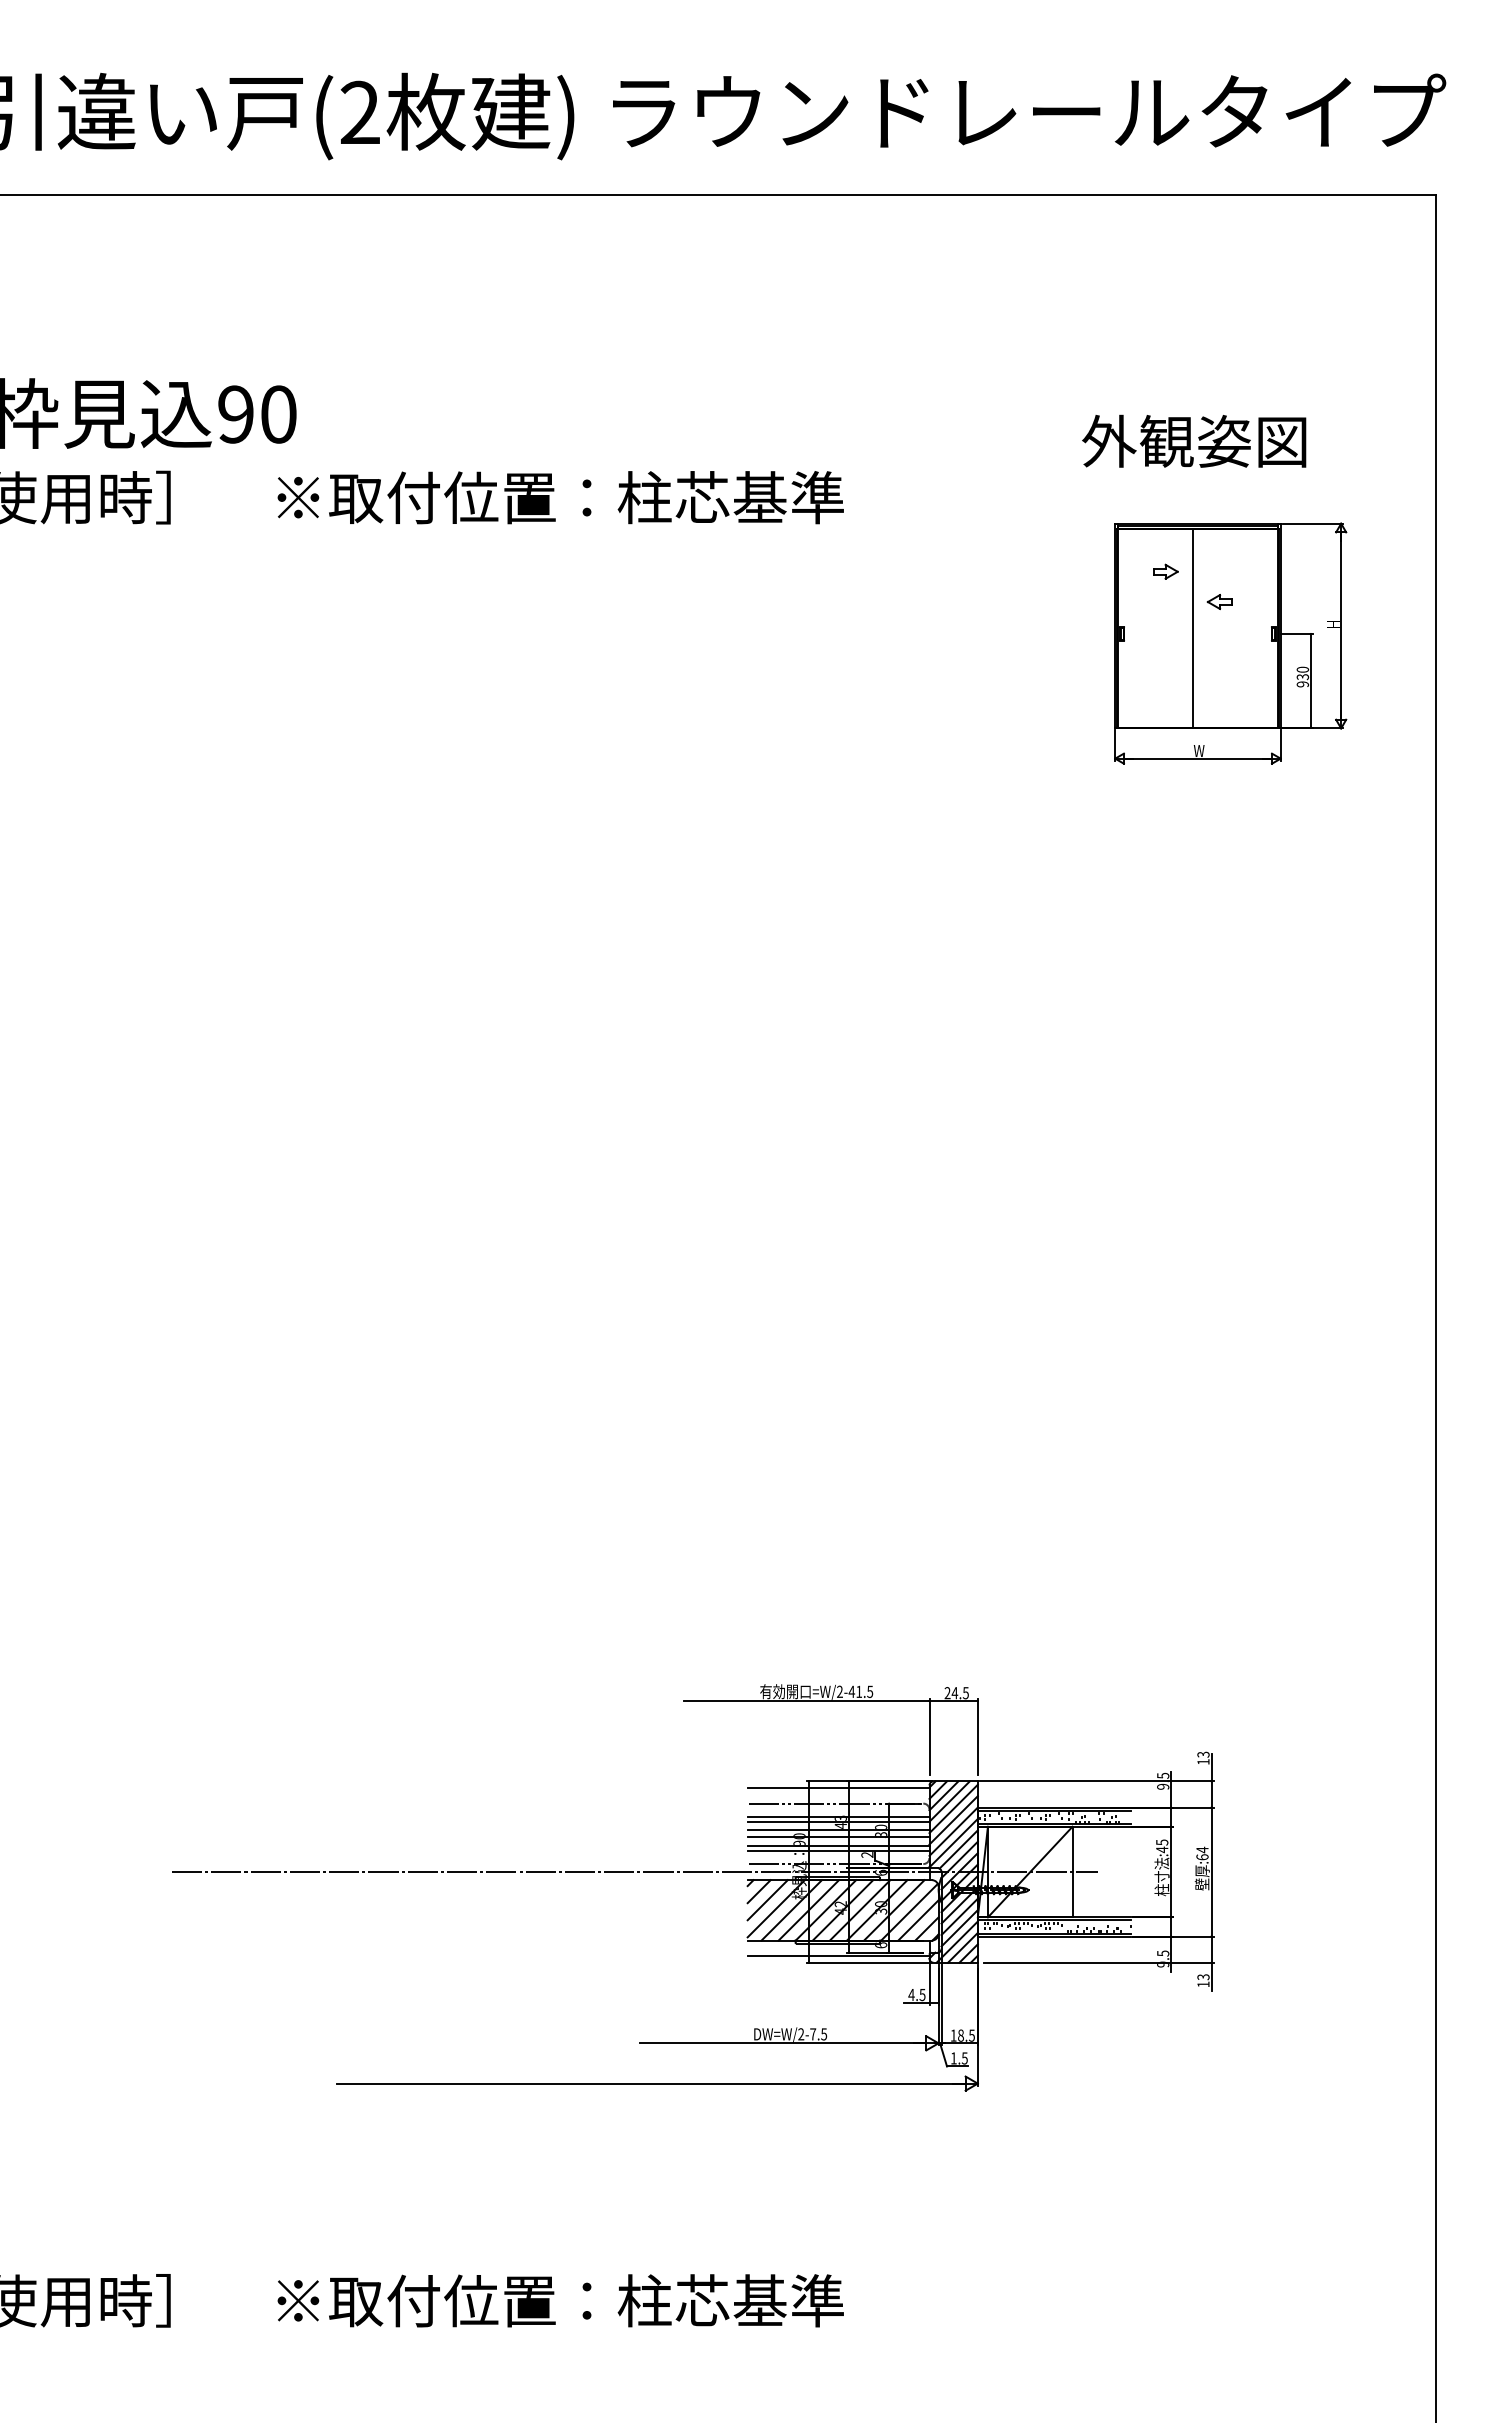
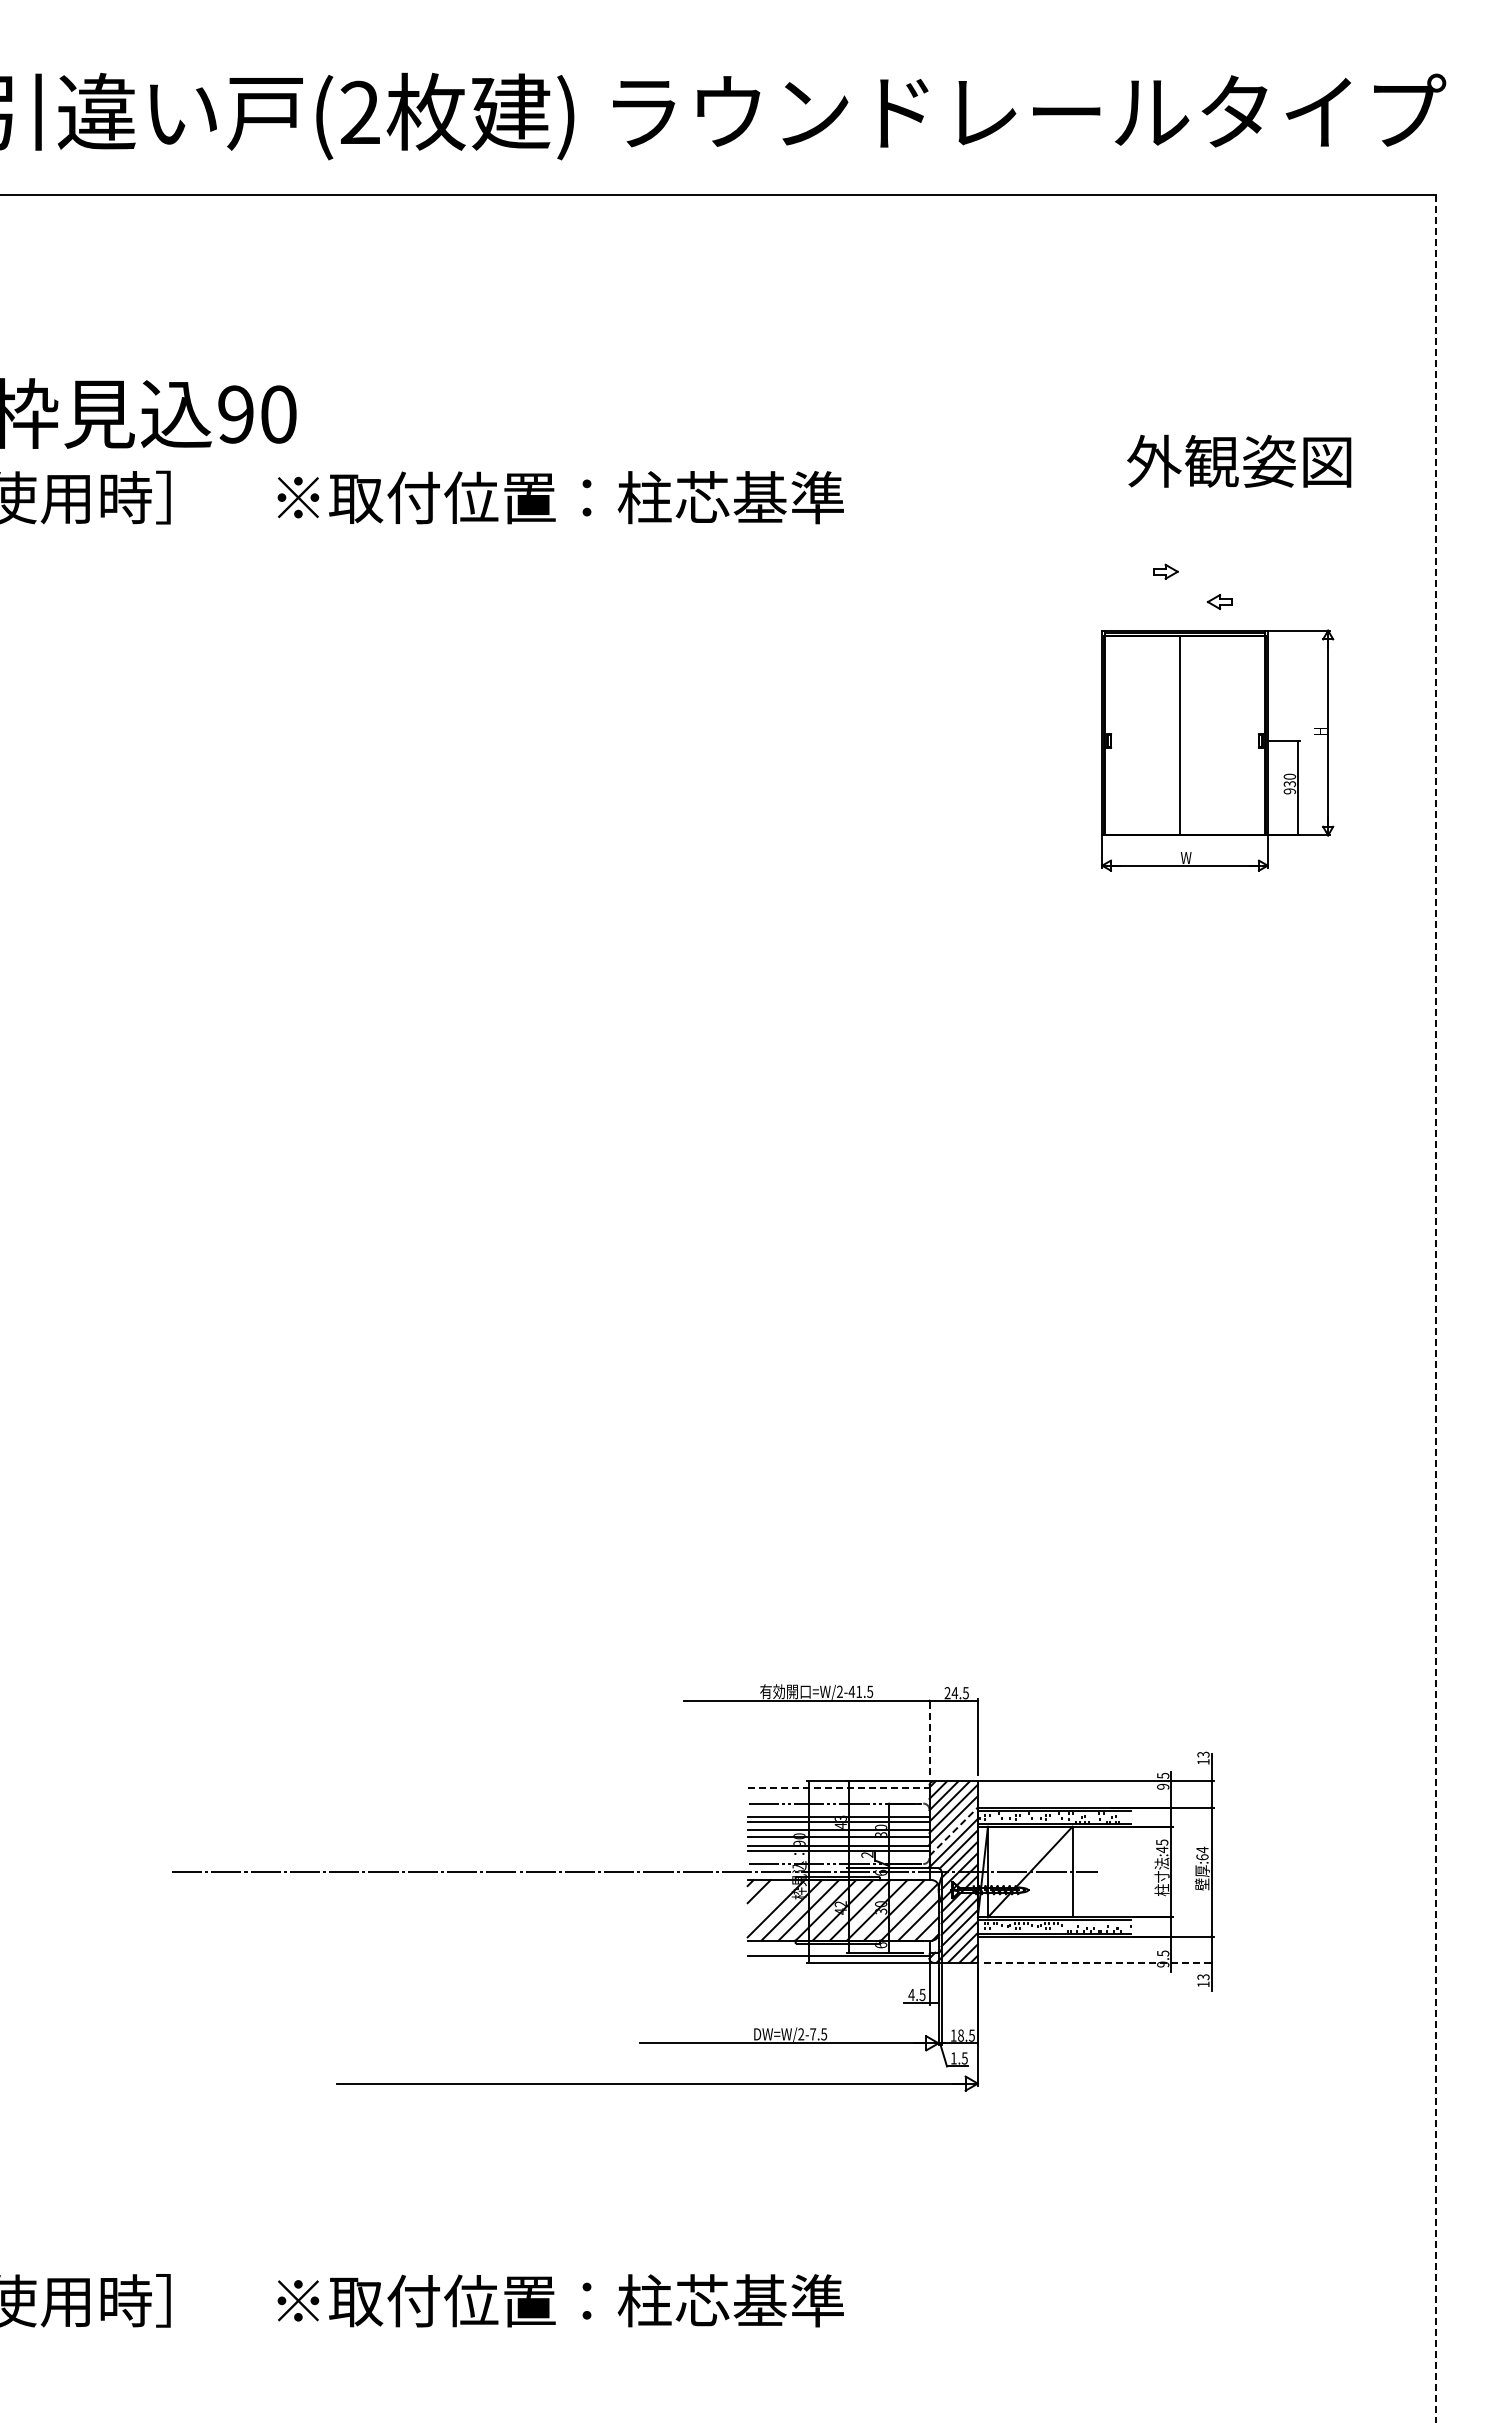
text at (1194, 440) position: (1194, 440) -> (1239, 460)
part at (1230, 643) position: (1230, 643) -> (1217, 750)
line at (1435, 1308): solid -> dashed
line at (929, 1736): solid -> dashed
line at (838, 1788): solid -> dashed
line at (954, 1831): solid -> dashed
line at (767, 1900): present -> none
line at (1098, 1962): solid -> dashed
